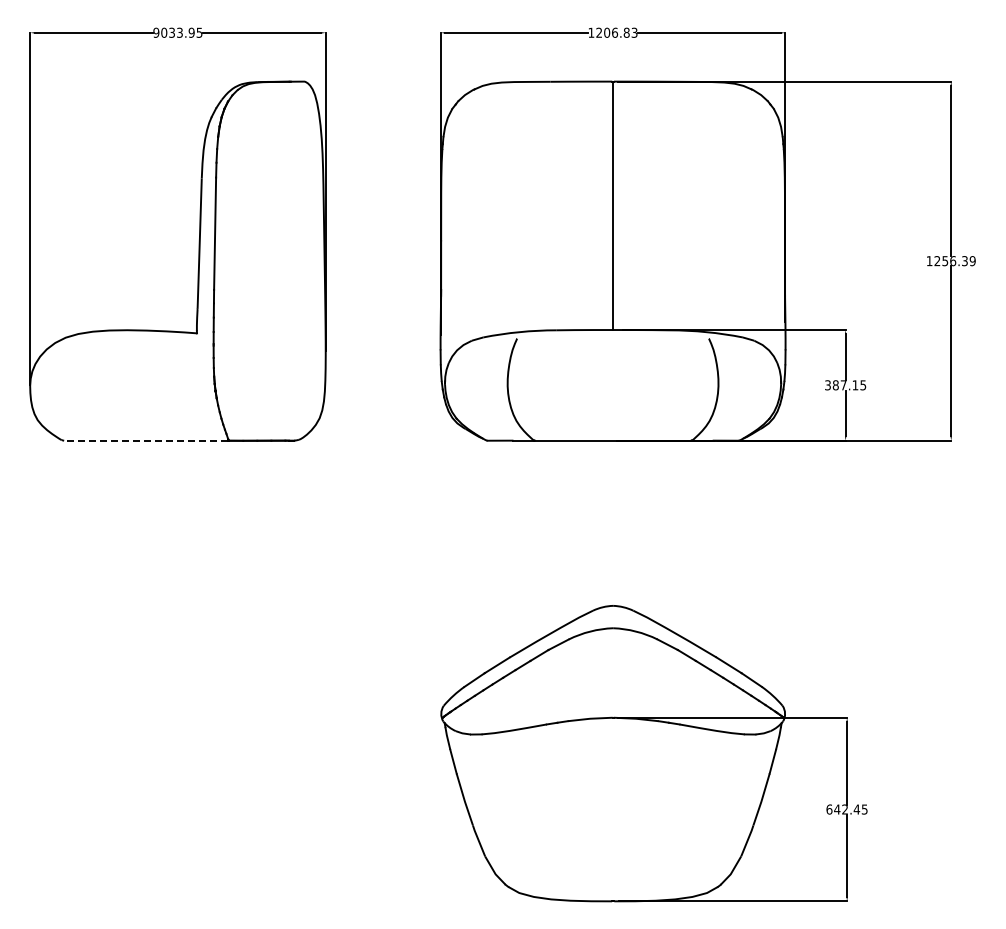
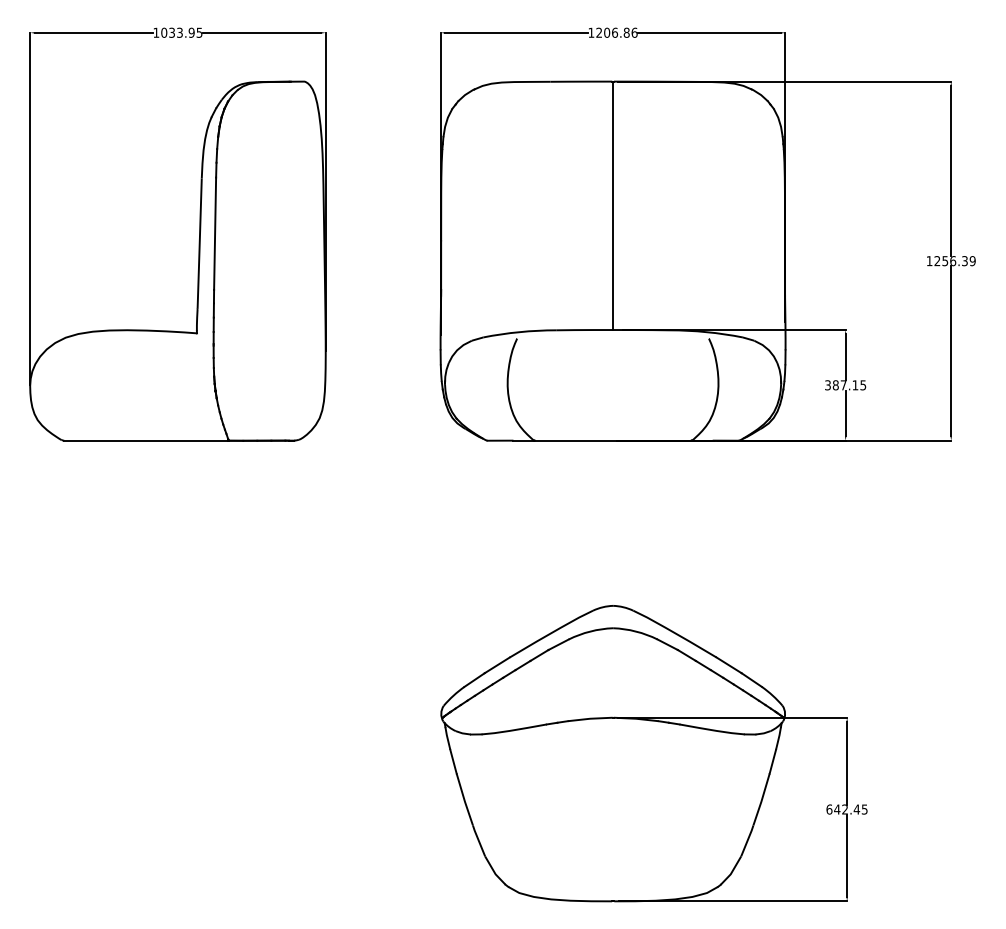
text at (156, 32): 9033.95 -> 1033.95
text at (634, 32): 1206.83 -> 1206.86
line at (146, 440): dashed -> solid
